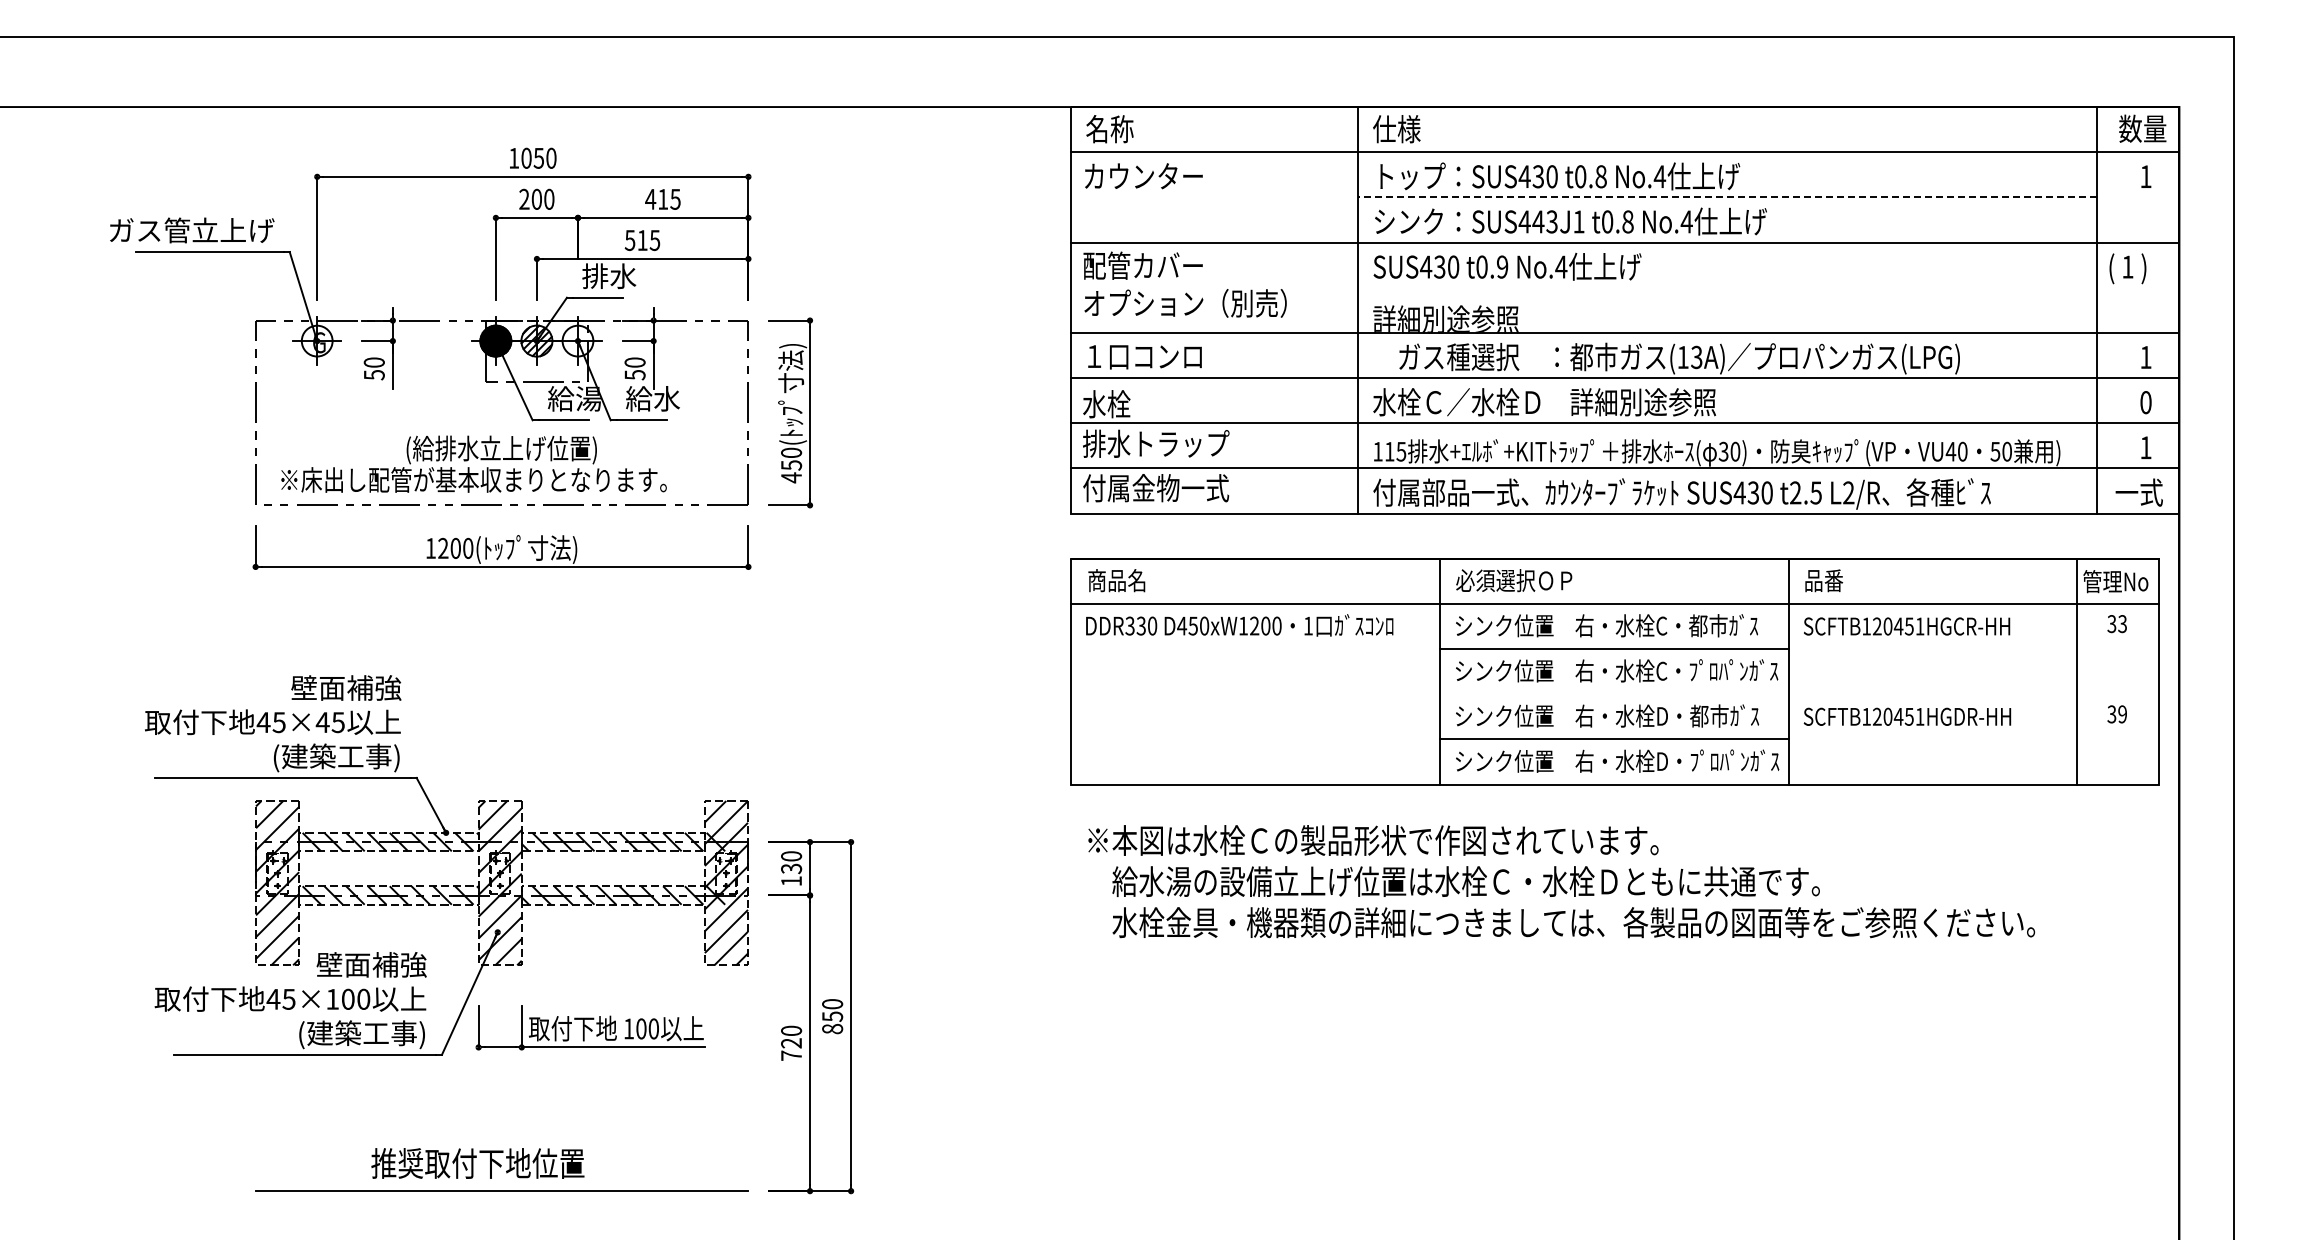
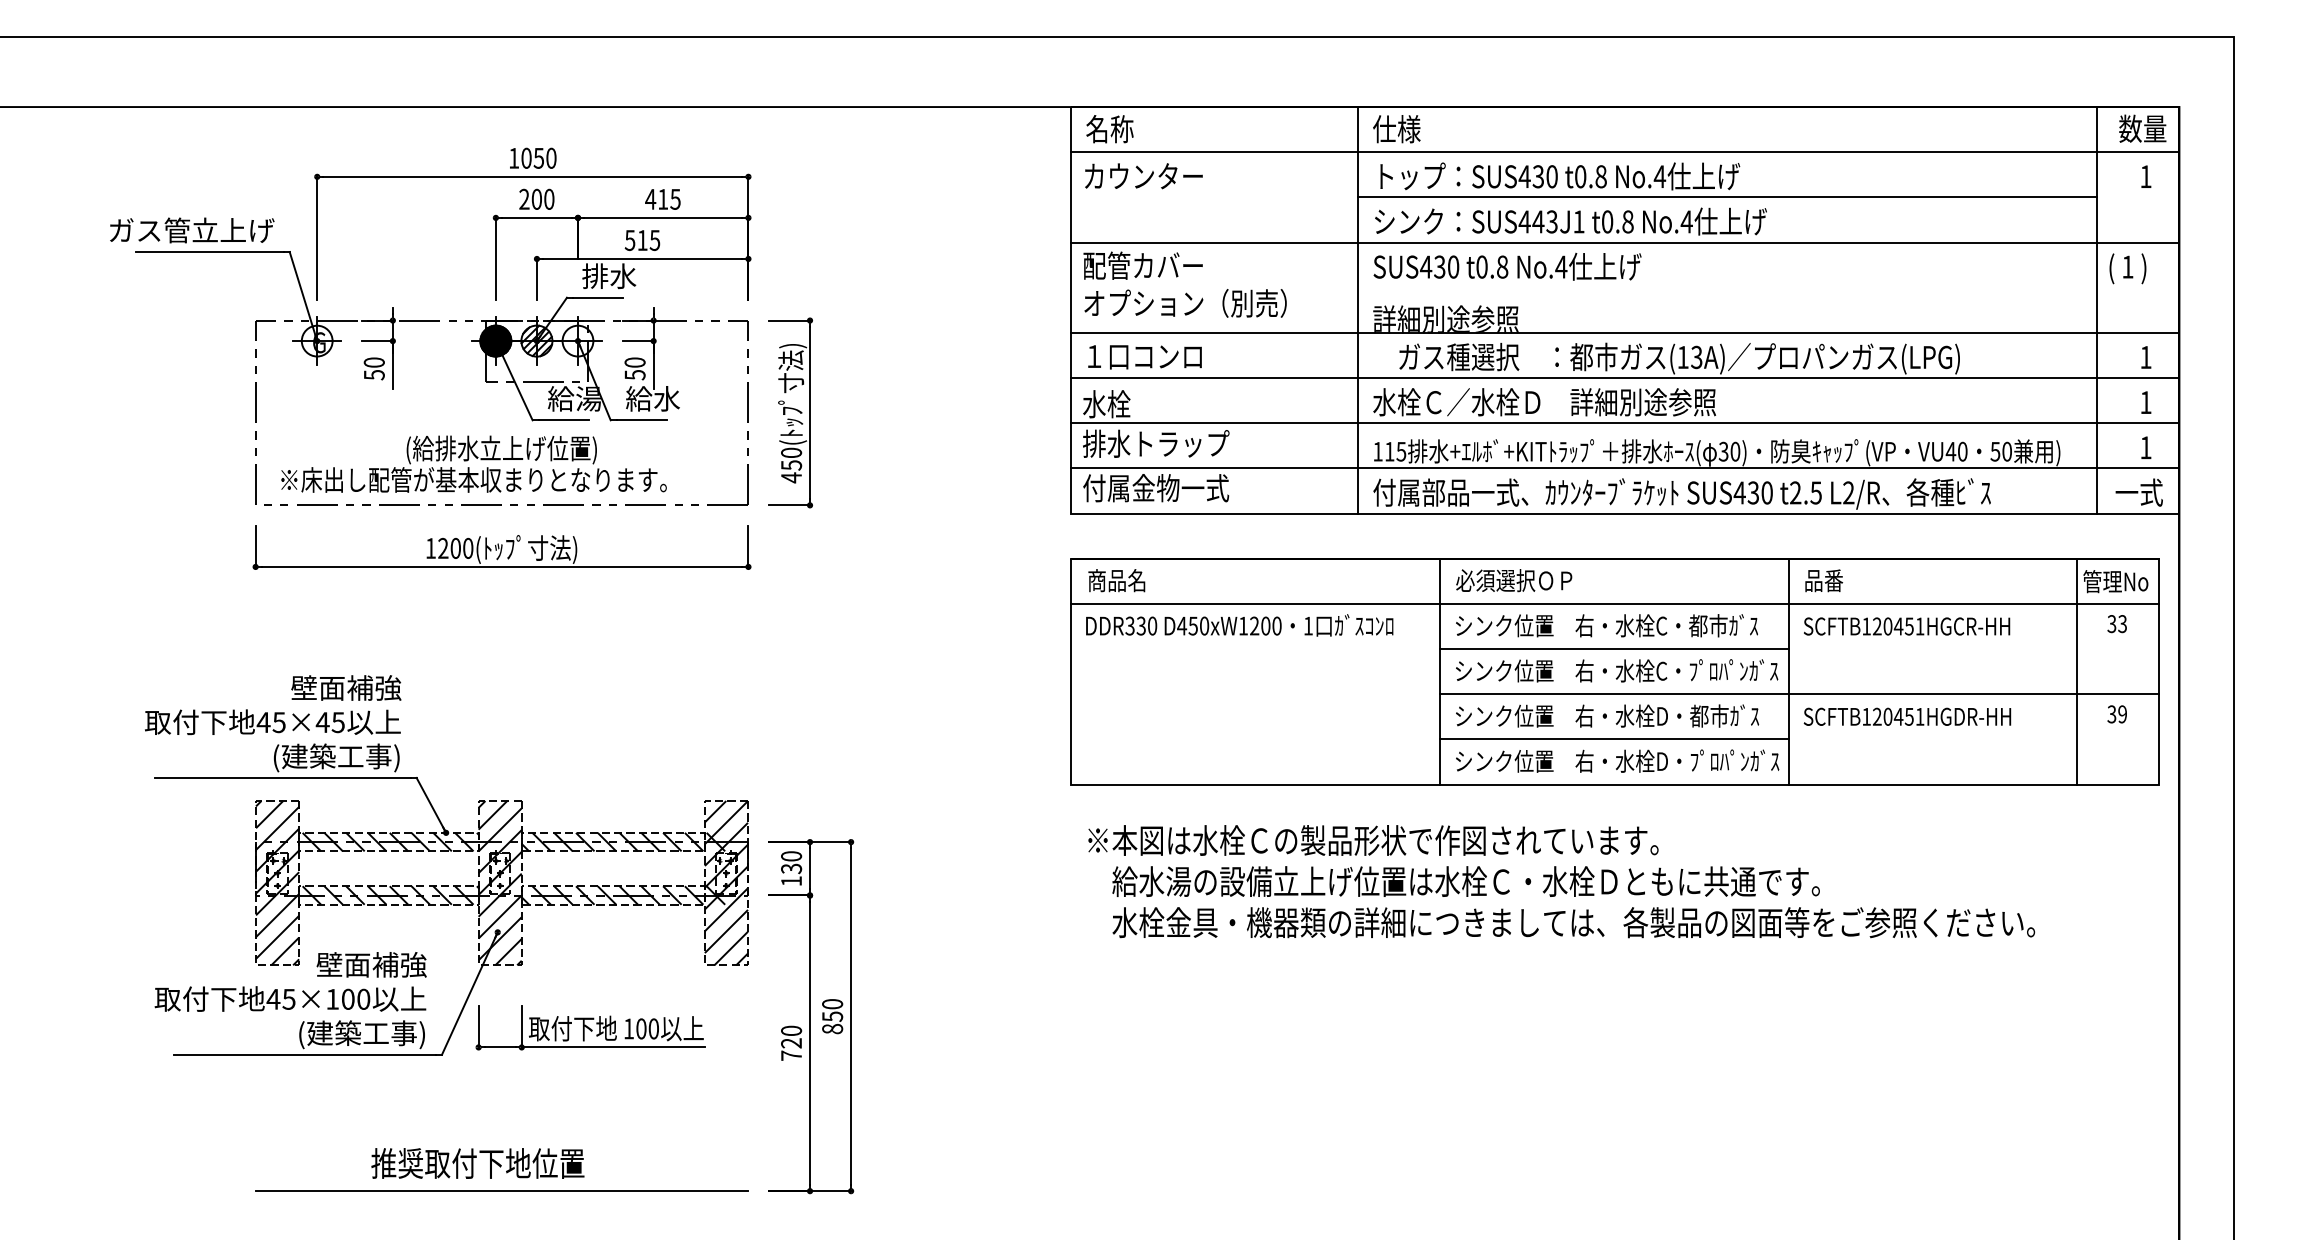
line at (1727, 197): dashed -> solid
text at (1502, 266): t0.9 -> t0.8
text at (2145, 402): 0 -> 1
line at (1799, 694): none -> present
